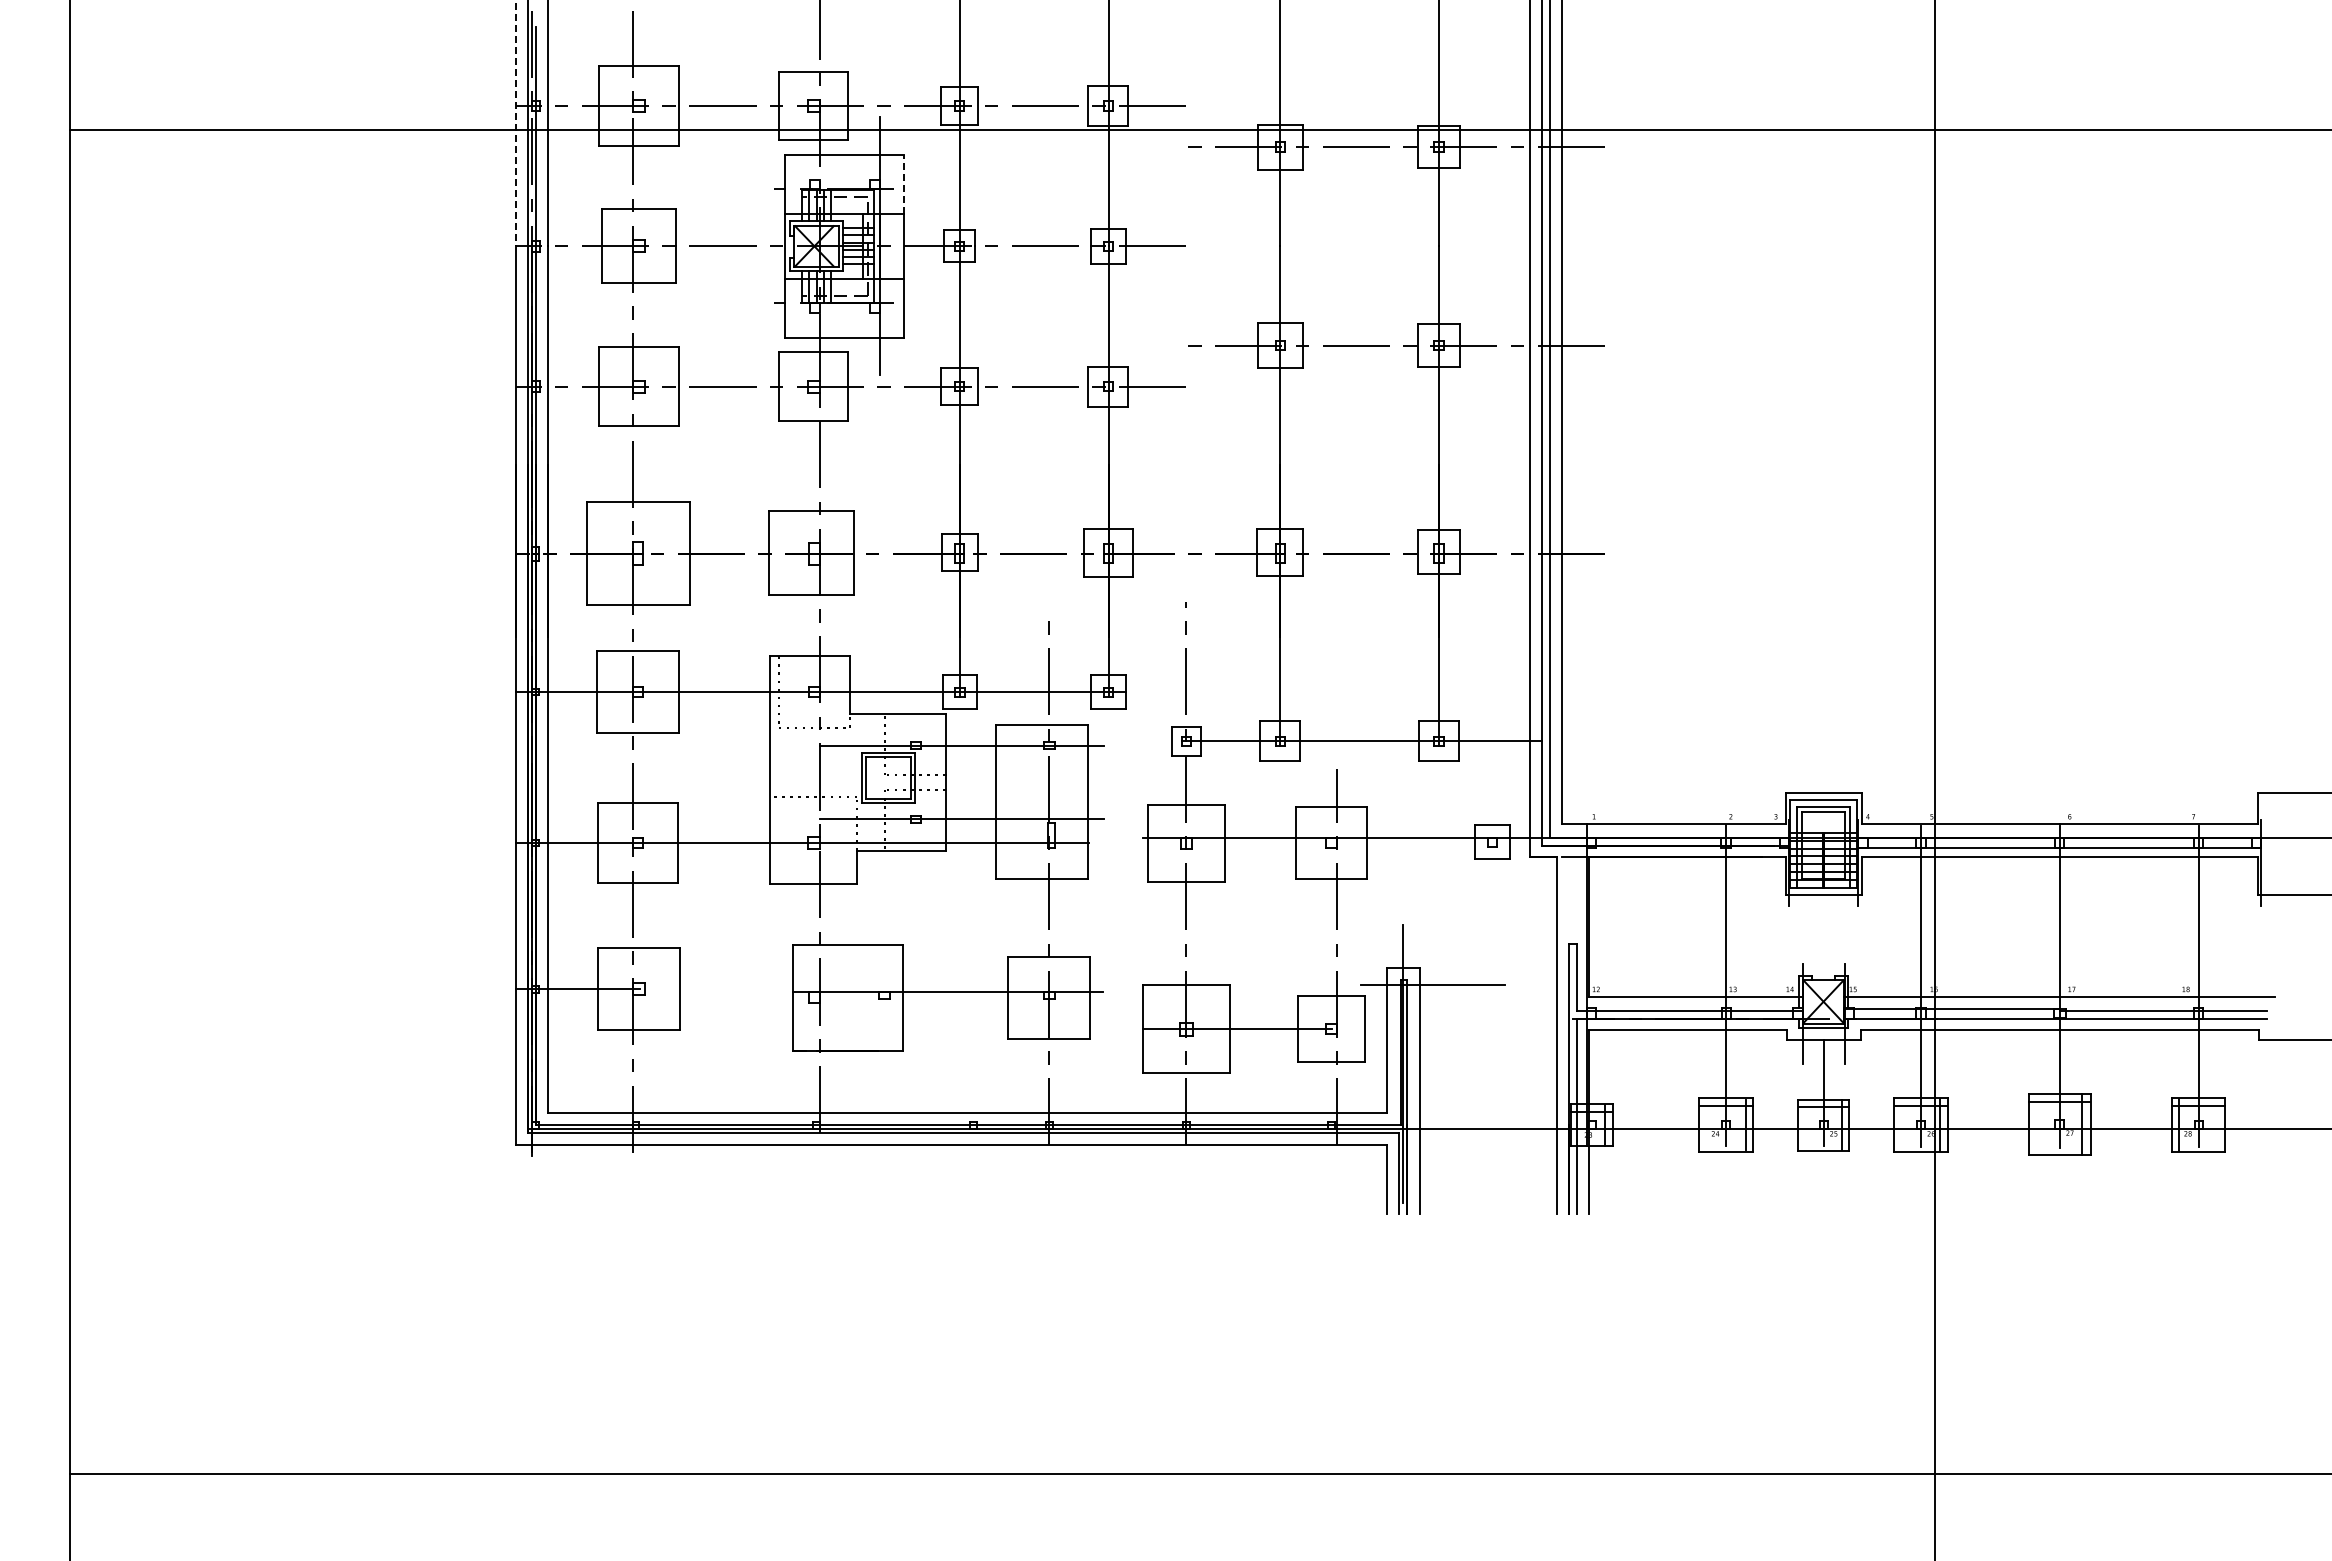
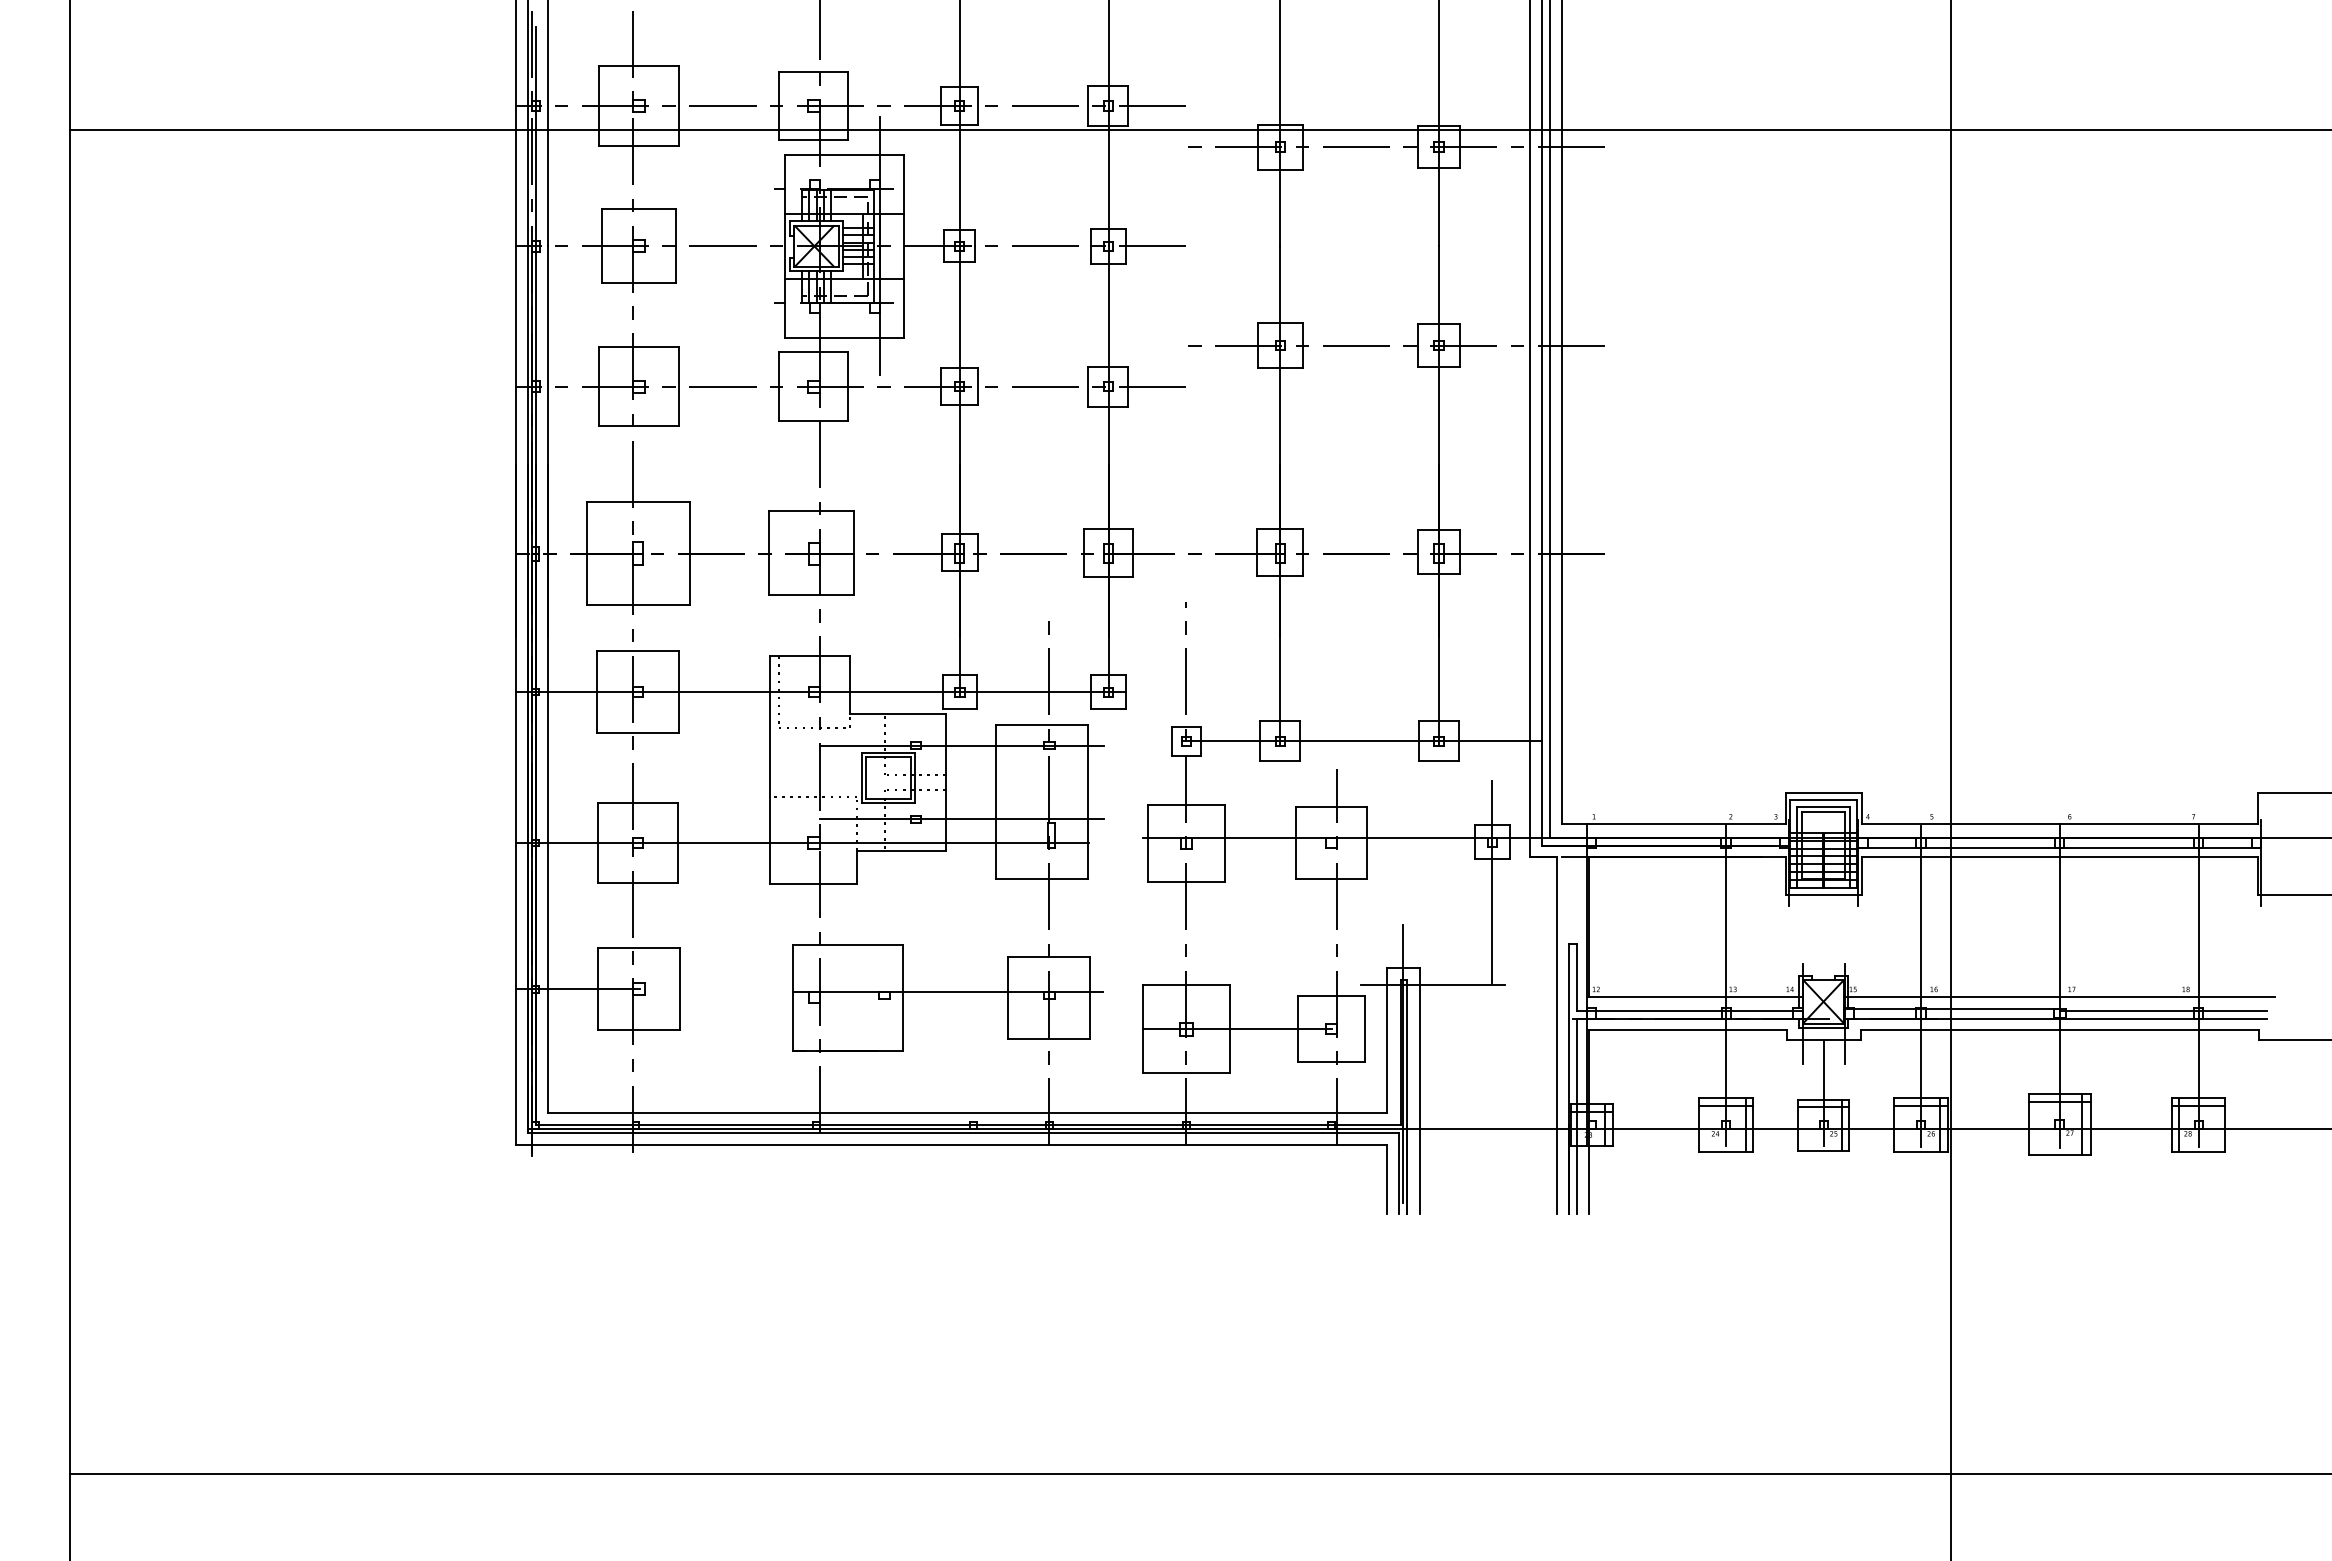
line at (515, 123): dashed -> solid
line at (904, 184): dashed -> solid
line at (1935, 779) position: (1935, 779) -> (1951, 779)
line at (1492, 881): none -> present
